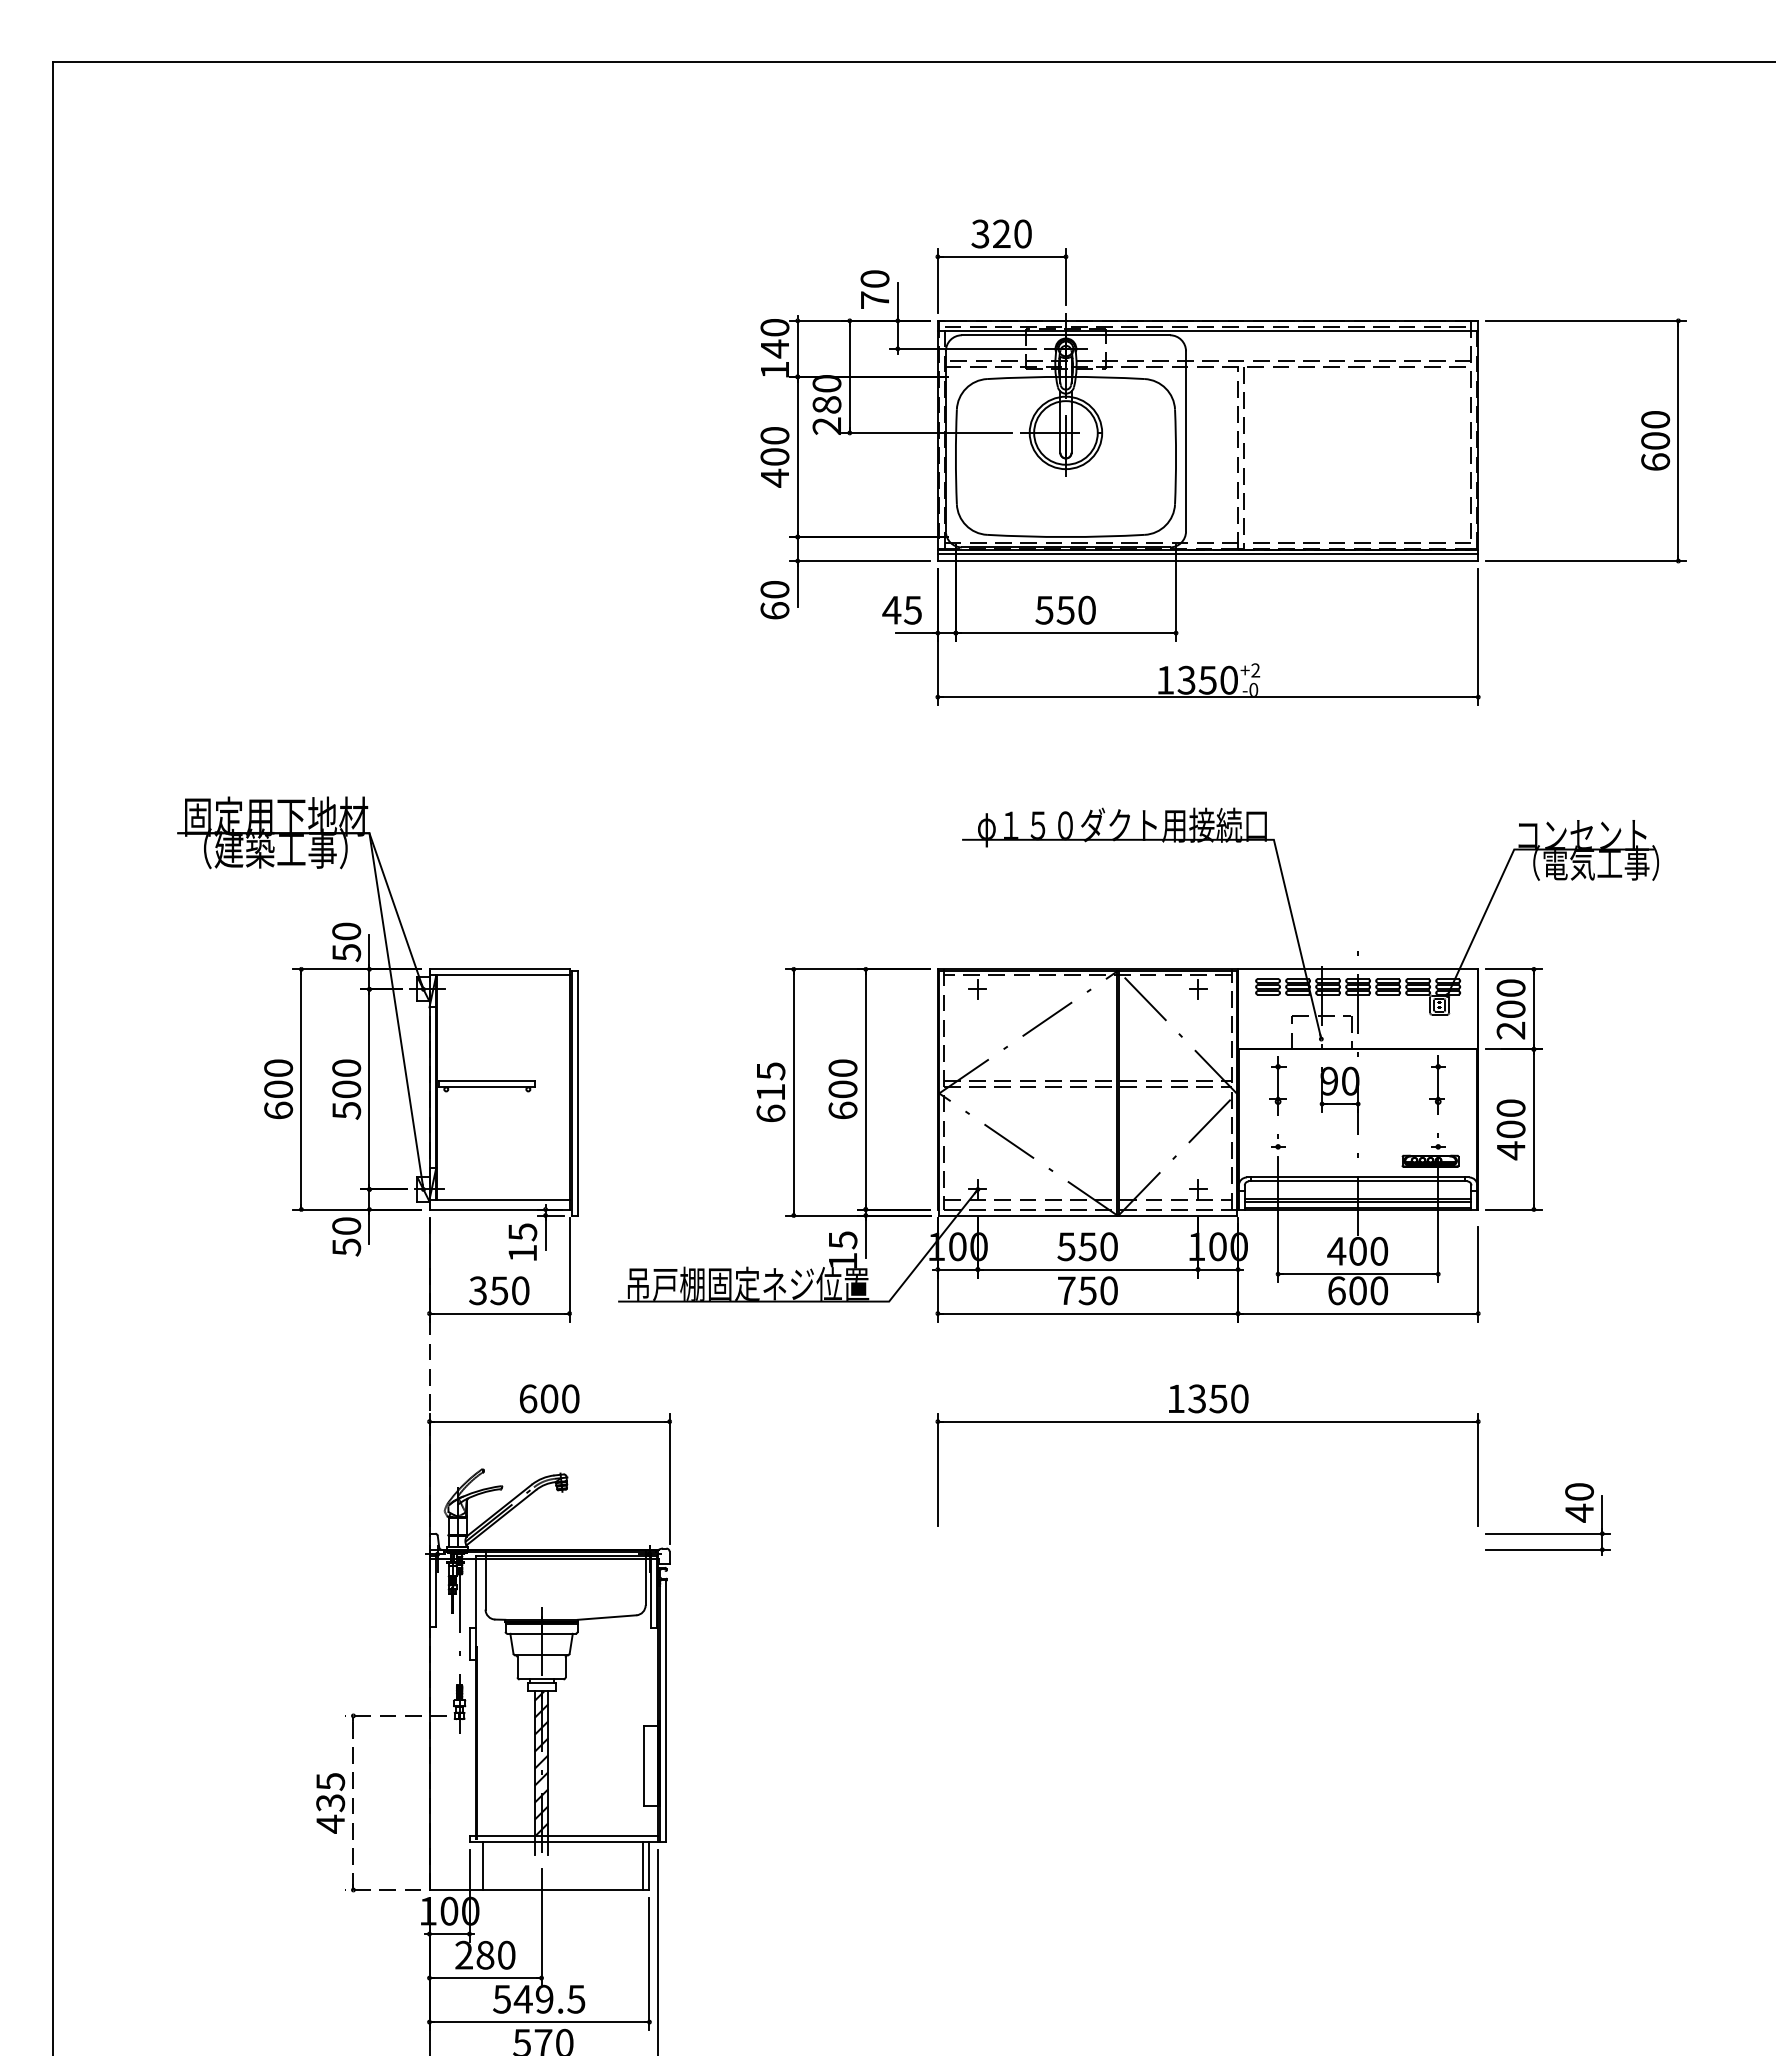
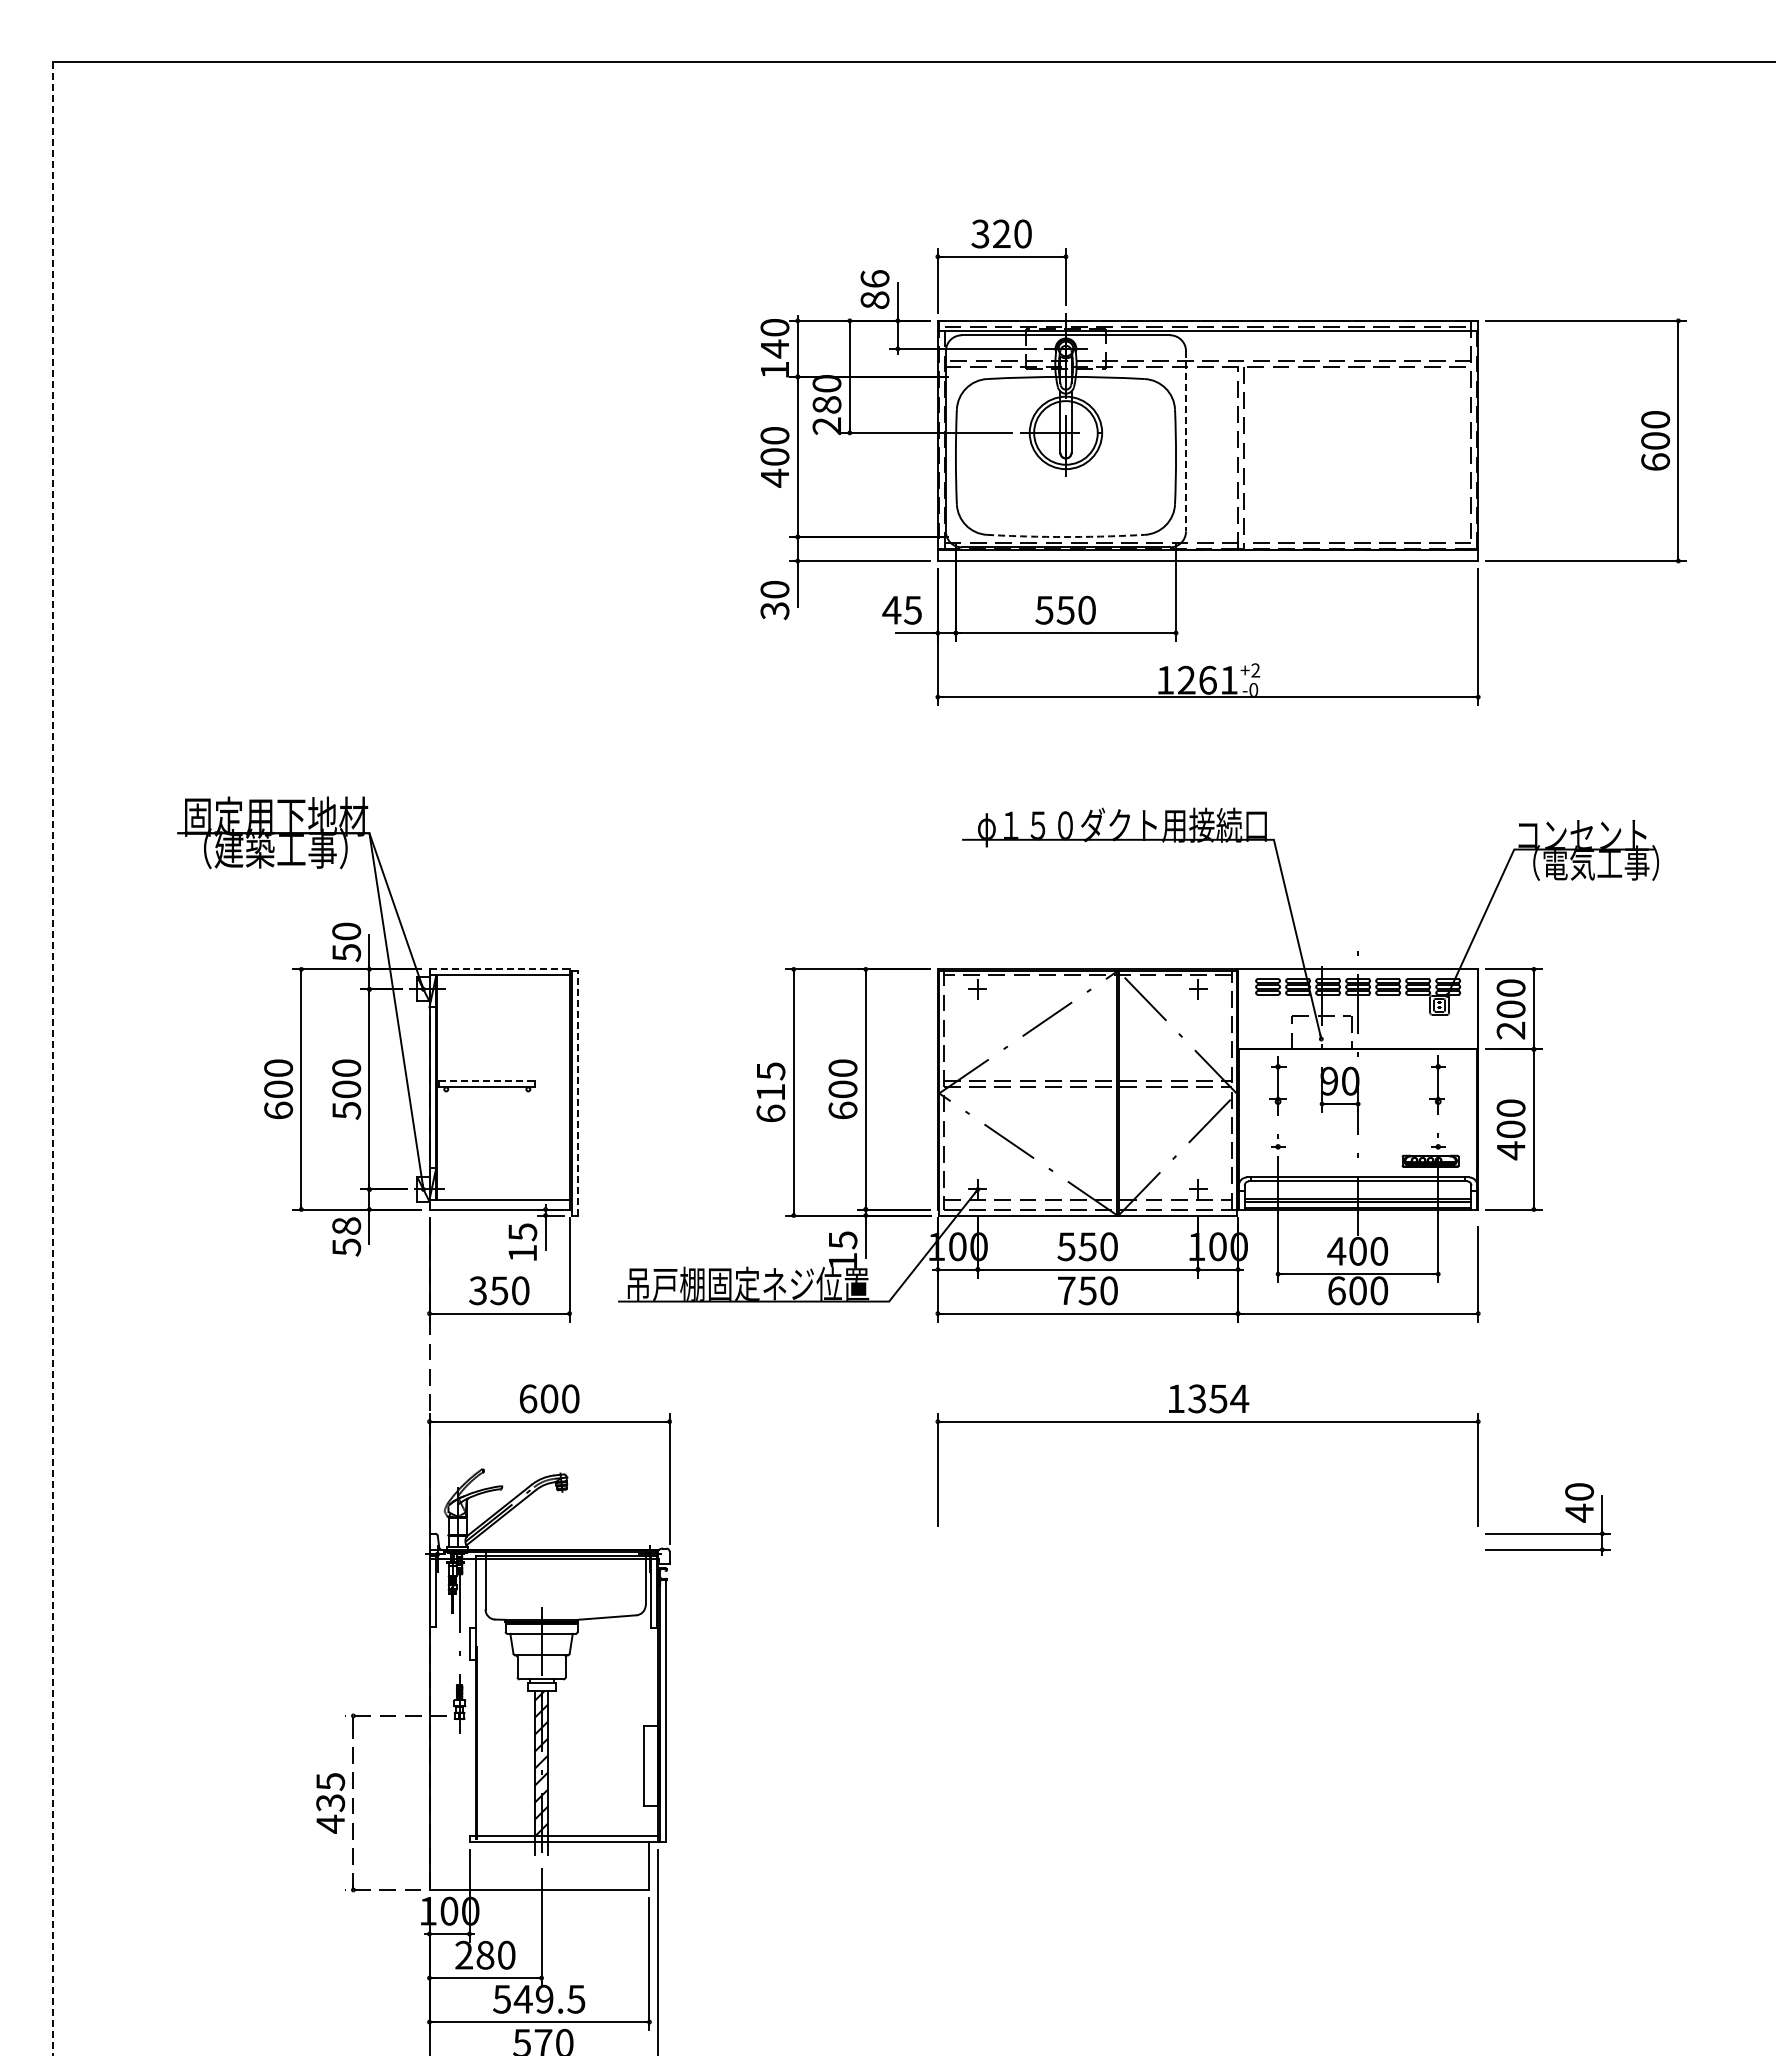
text at (874, 289): 70 -> 86
line at (1186, 441): solid -> dashed
arc at (1065, 537): solid -> dashed
line at (1207, 554): present -> none
text at (774, 611): 60 -> 30
text at (1207, 679): 1350 -> 1261
line at (500, 969): solid -> dashed
line at (53, 1058): solid -> dashed
line at (487, 1081): solid -> dashed
line at (577, 1092): solid -> dashed
text at (346, 1225): 50 -> 58
text at (1239, 1398): 1350 -> 1354
line at (483, 1865): present -> none
line at (643, 1865): present -> none
